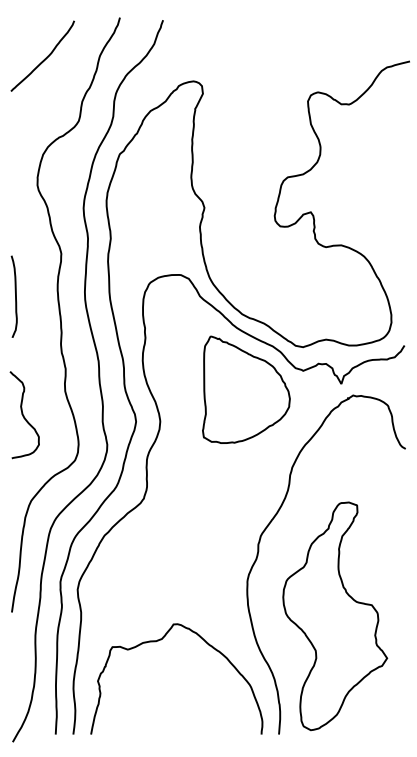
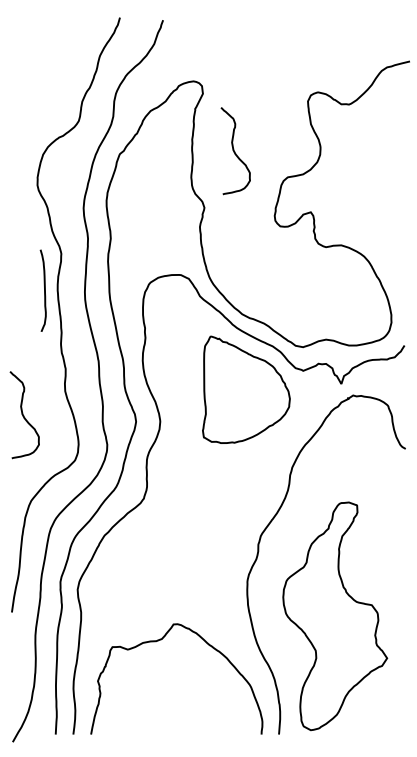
curve at (45, 57): present -> none
curve at (235, 151): none -> present
curve at (15, 296) position: (15, 296) -> (44, 290)
